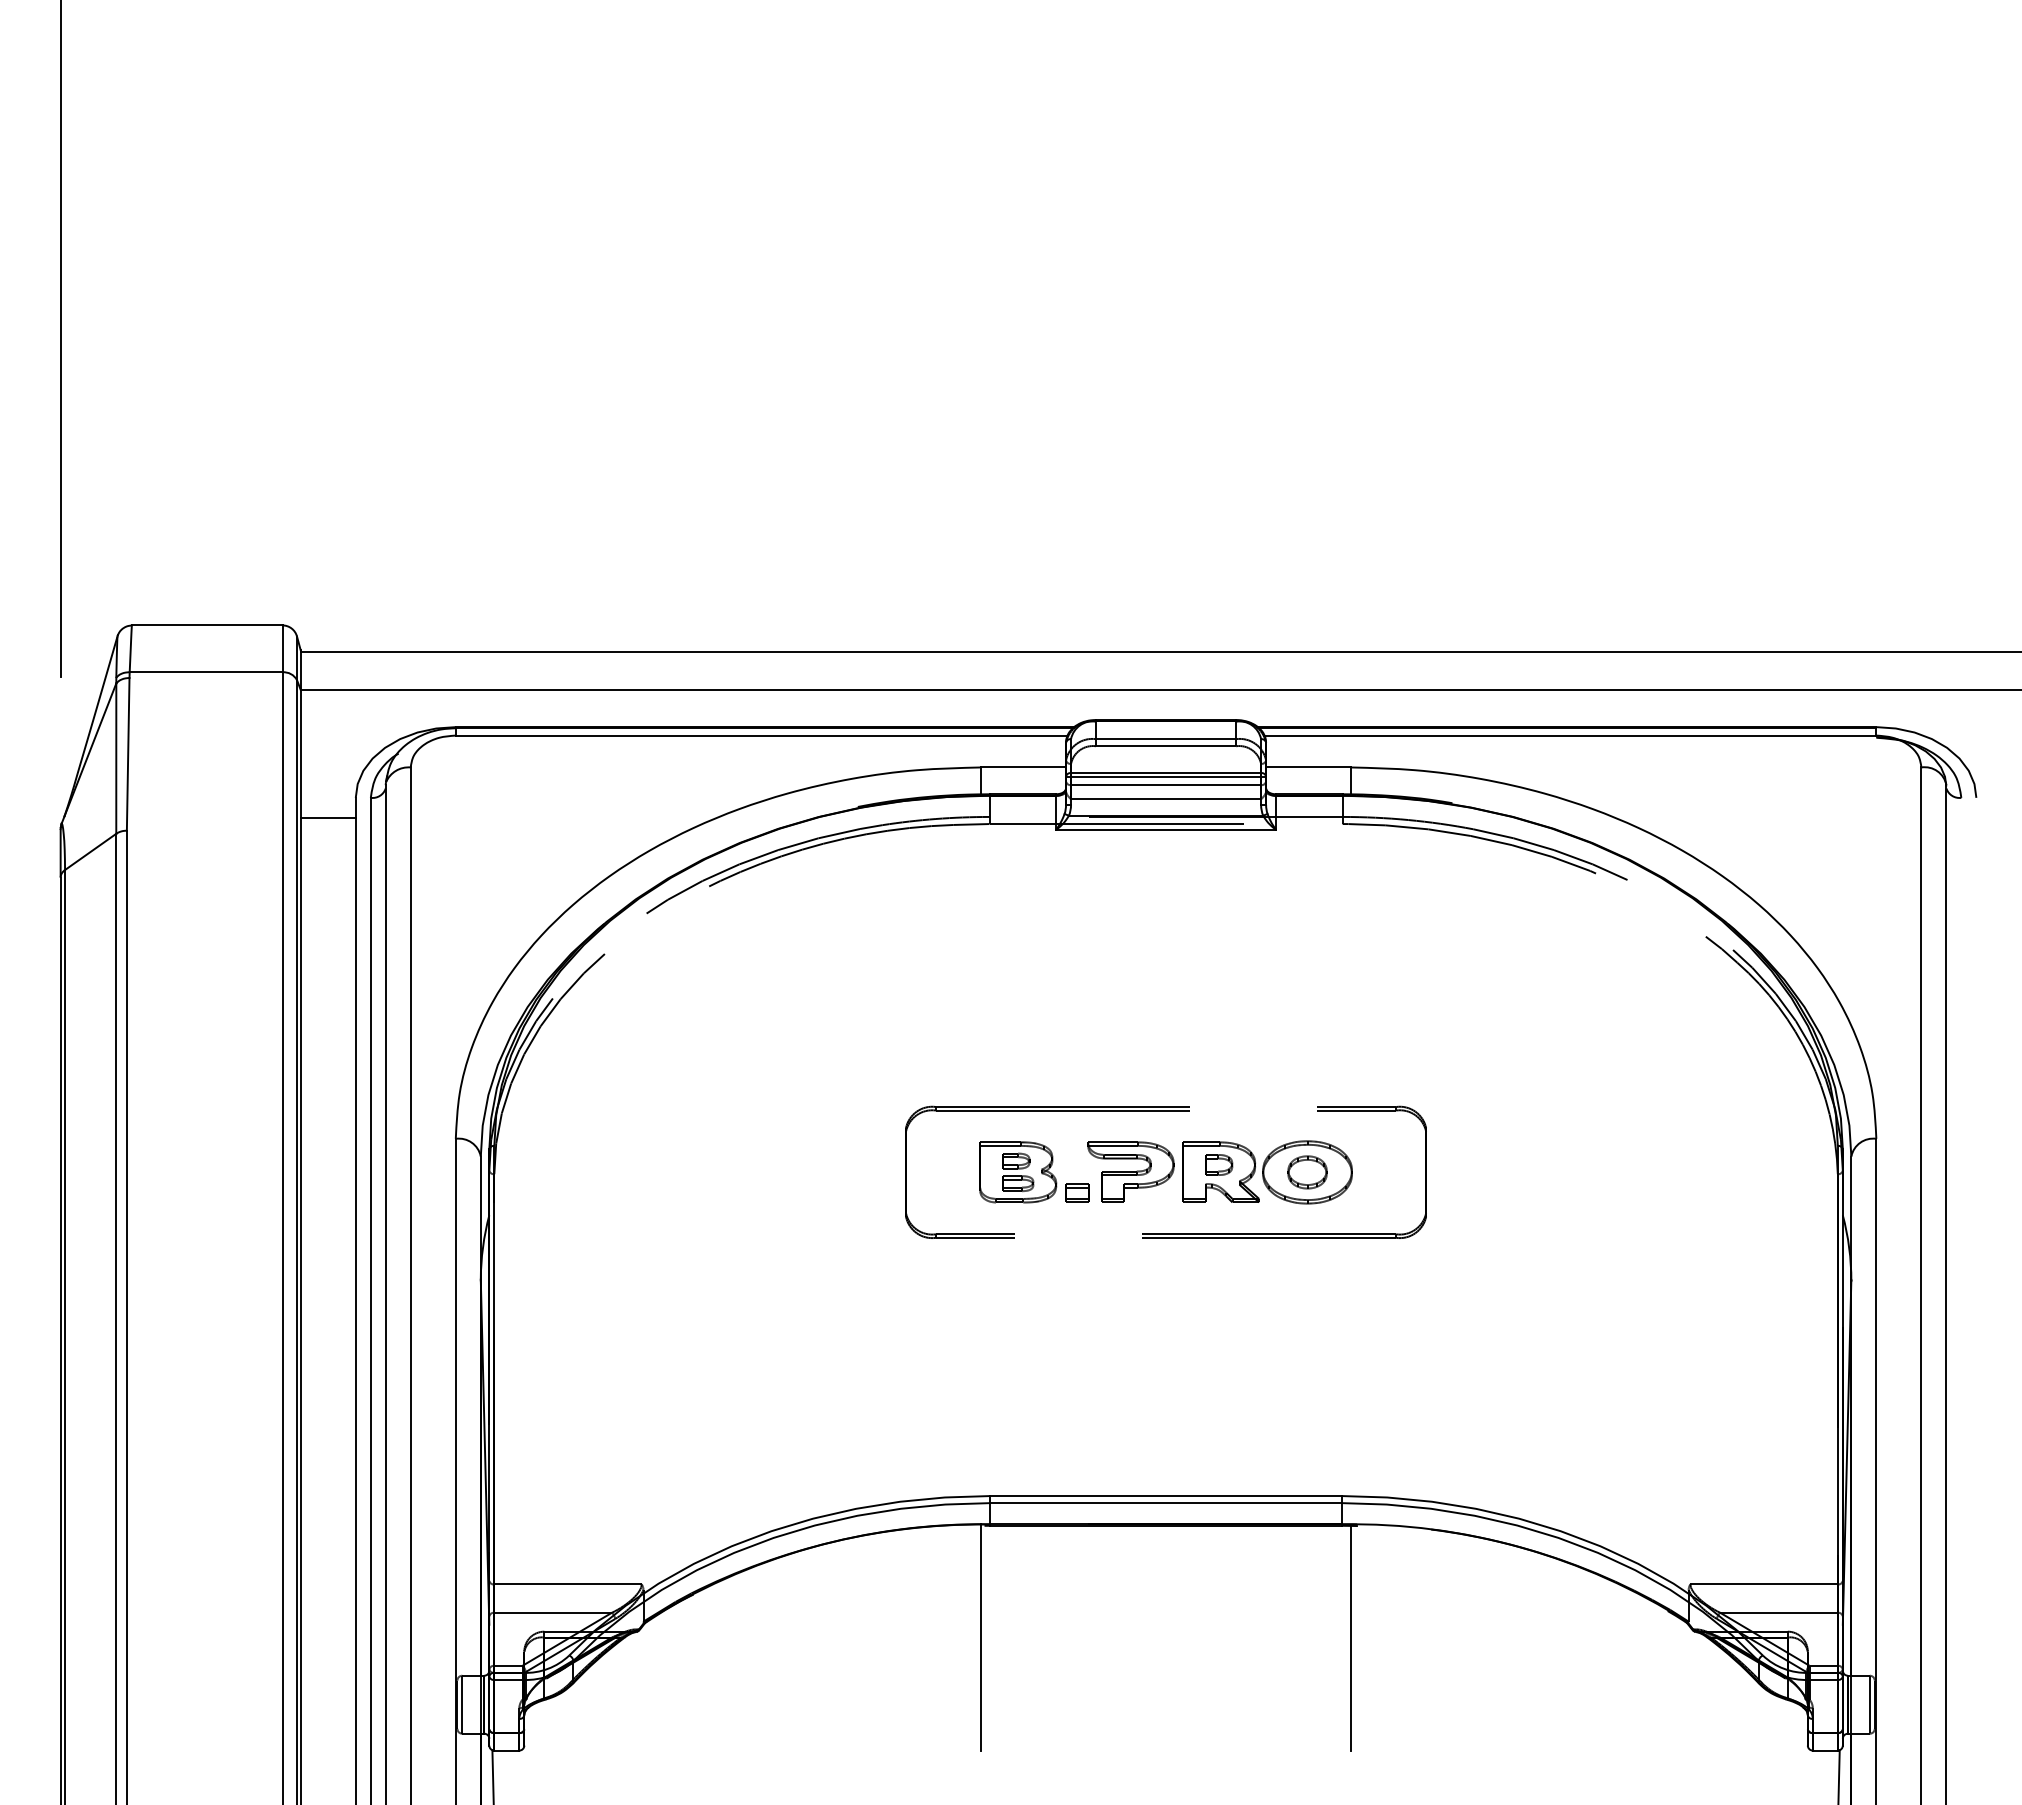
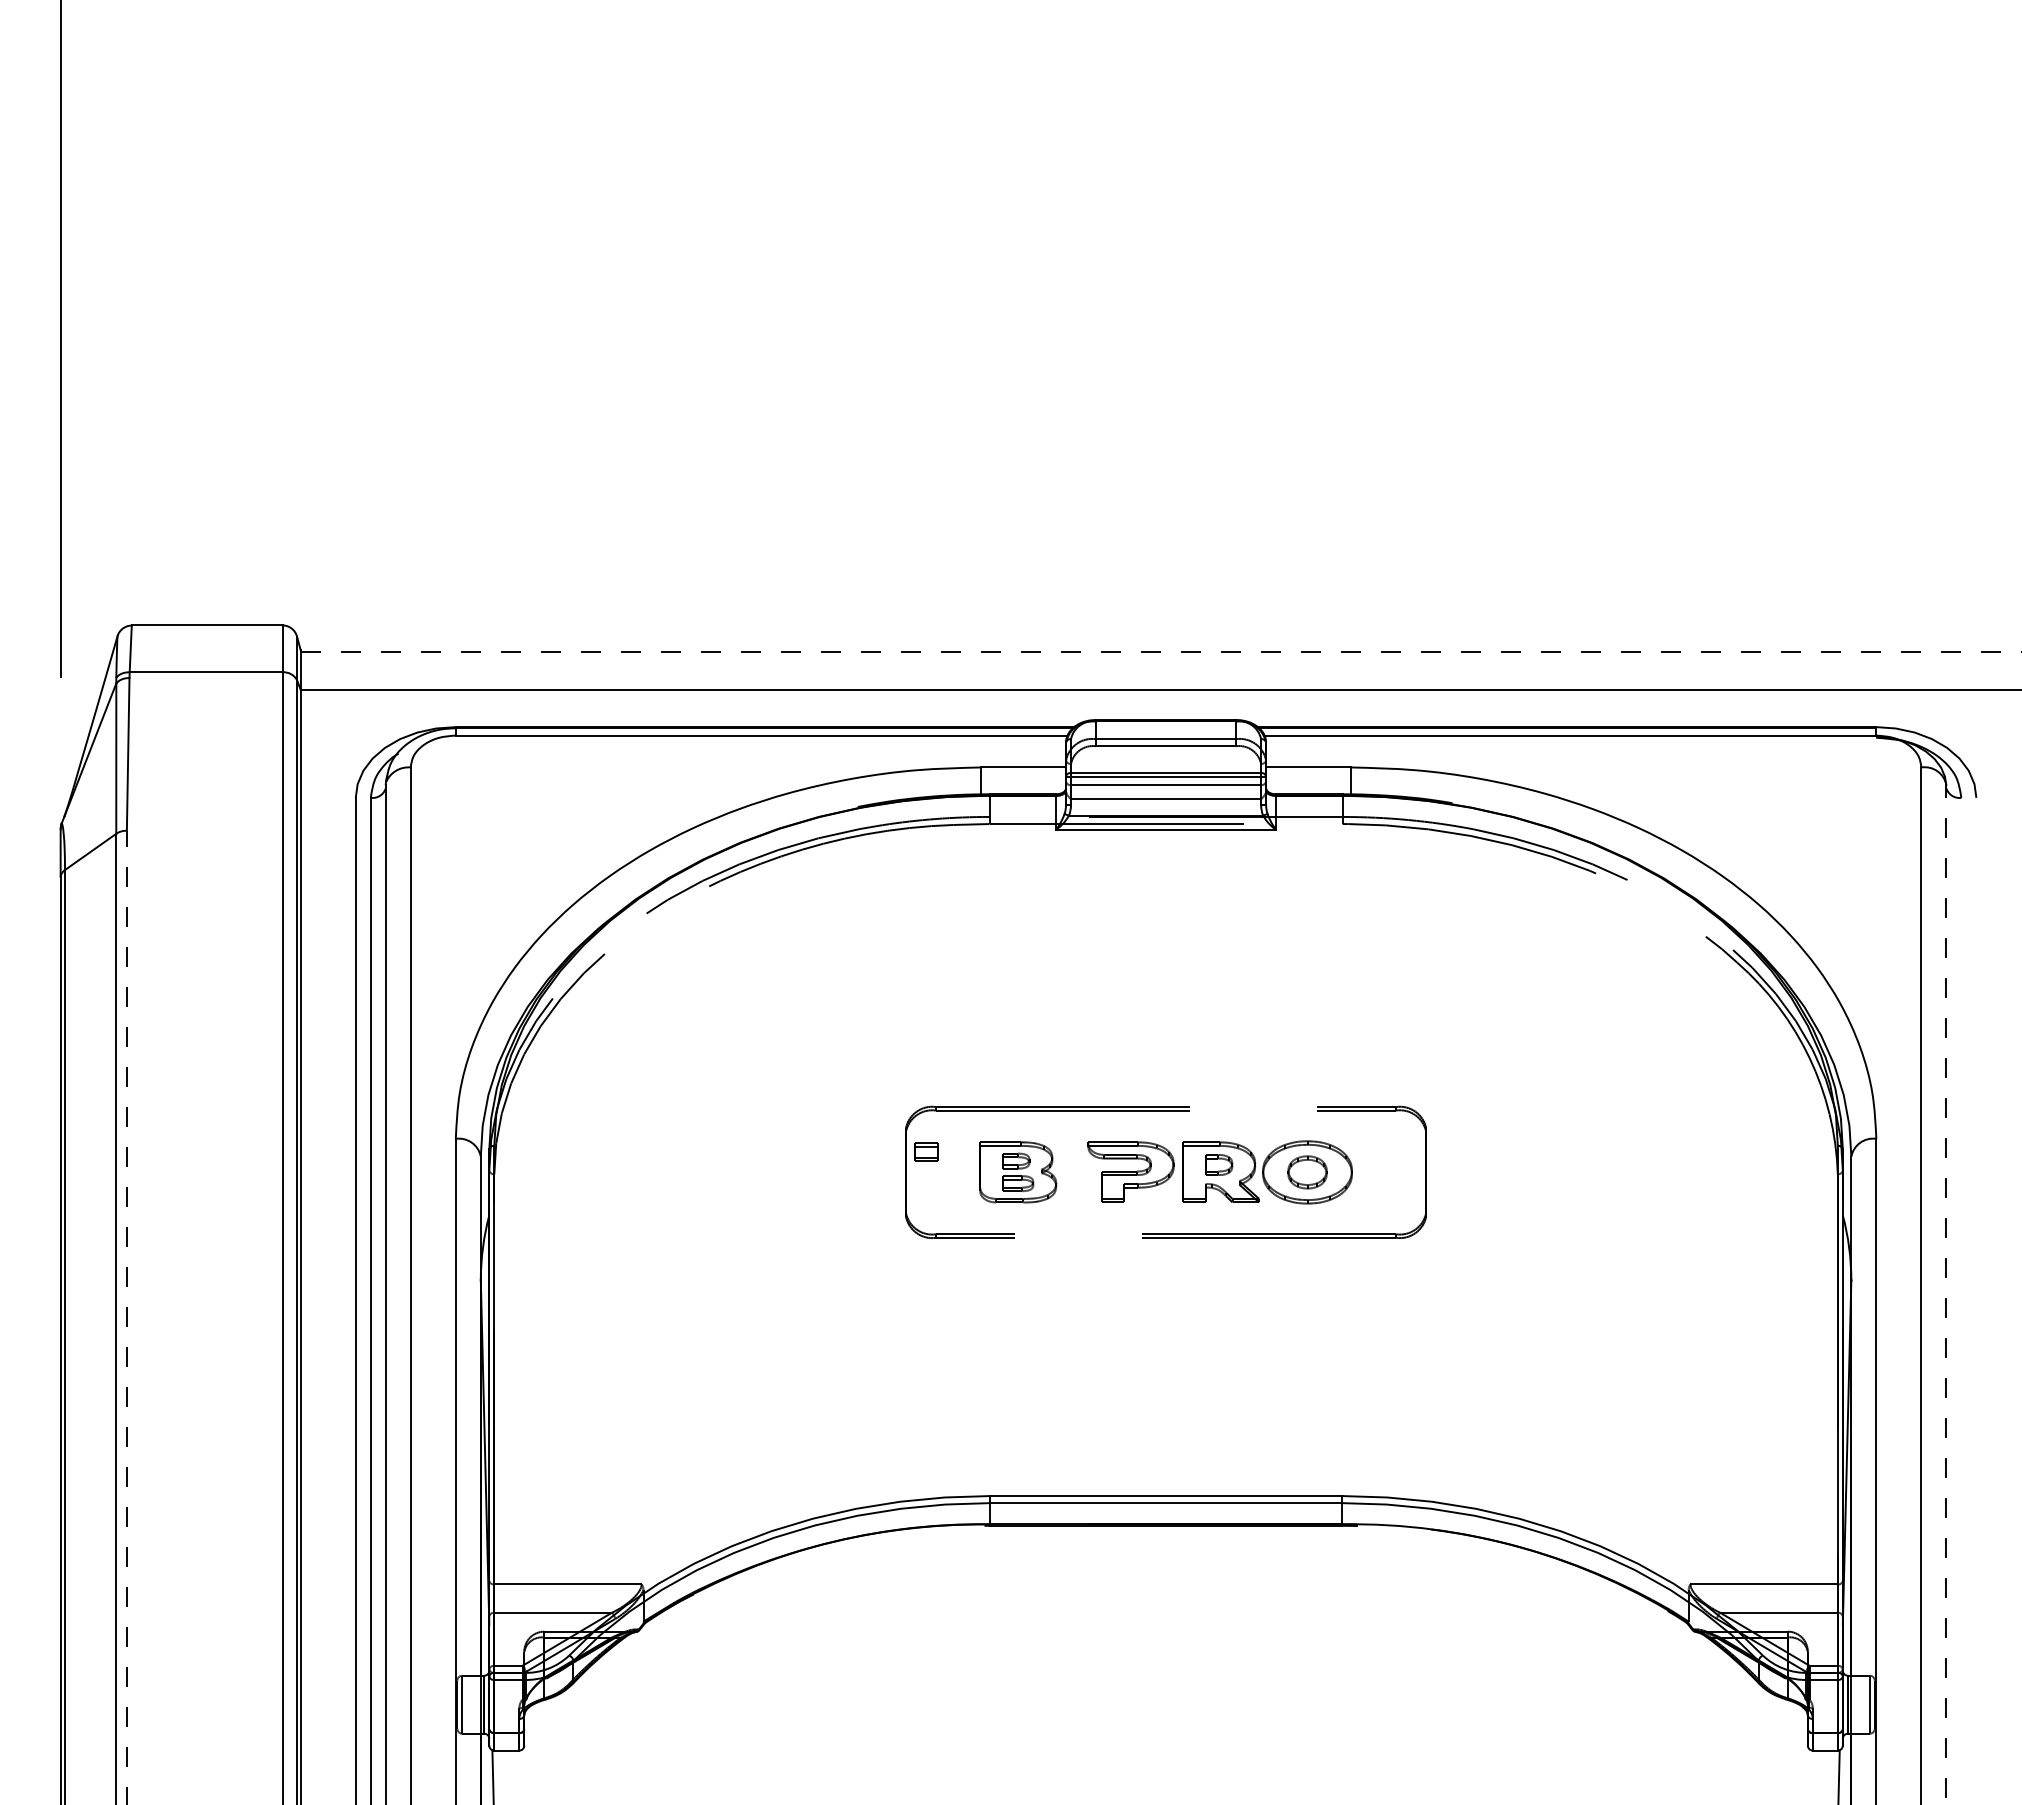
line at (1160, 652): solid -> dashed
line at (327, 817): present -> none
part at (1077, 1192) position: (1077, 1192) -> (926, 1151)
line at (1946, 1294): solid -> dashed
line at (126, 1317): solid -> dashed
line at (981, 1637): present -> none
line at (1351, 1638): present -> none
